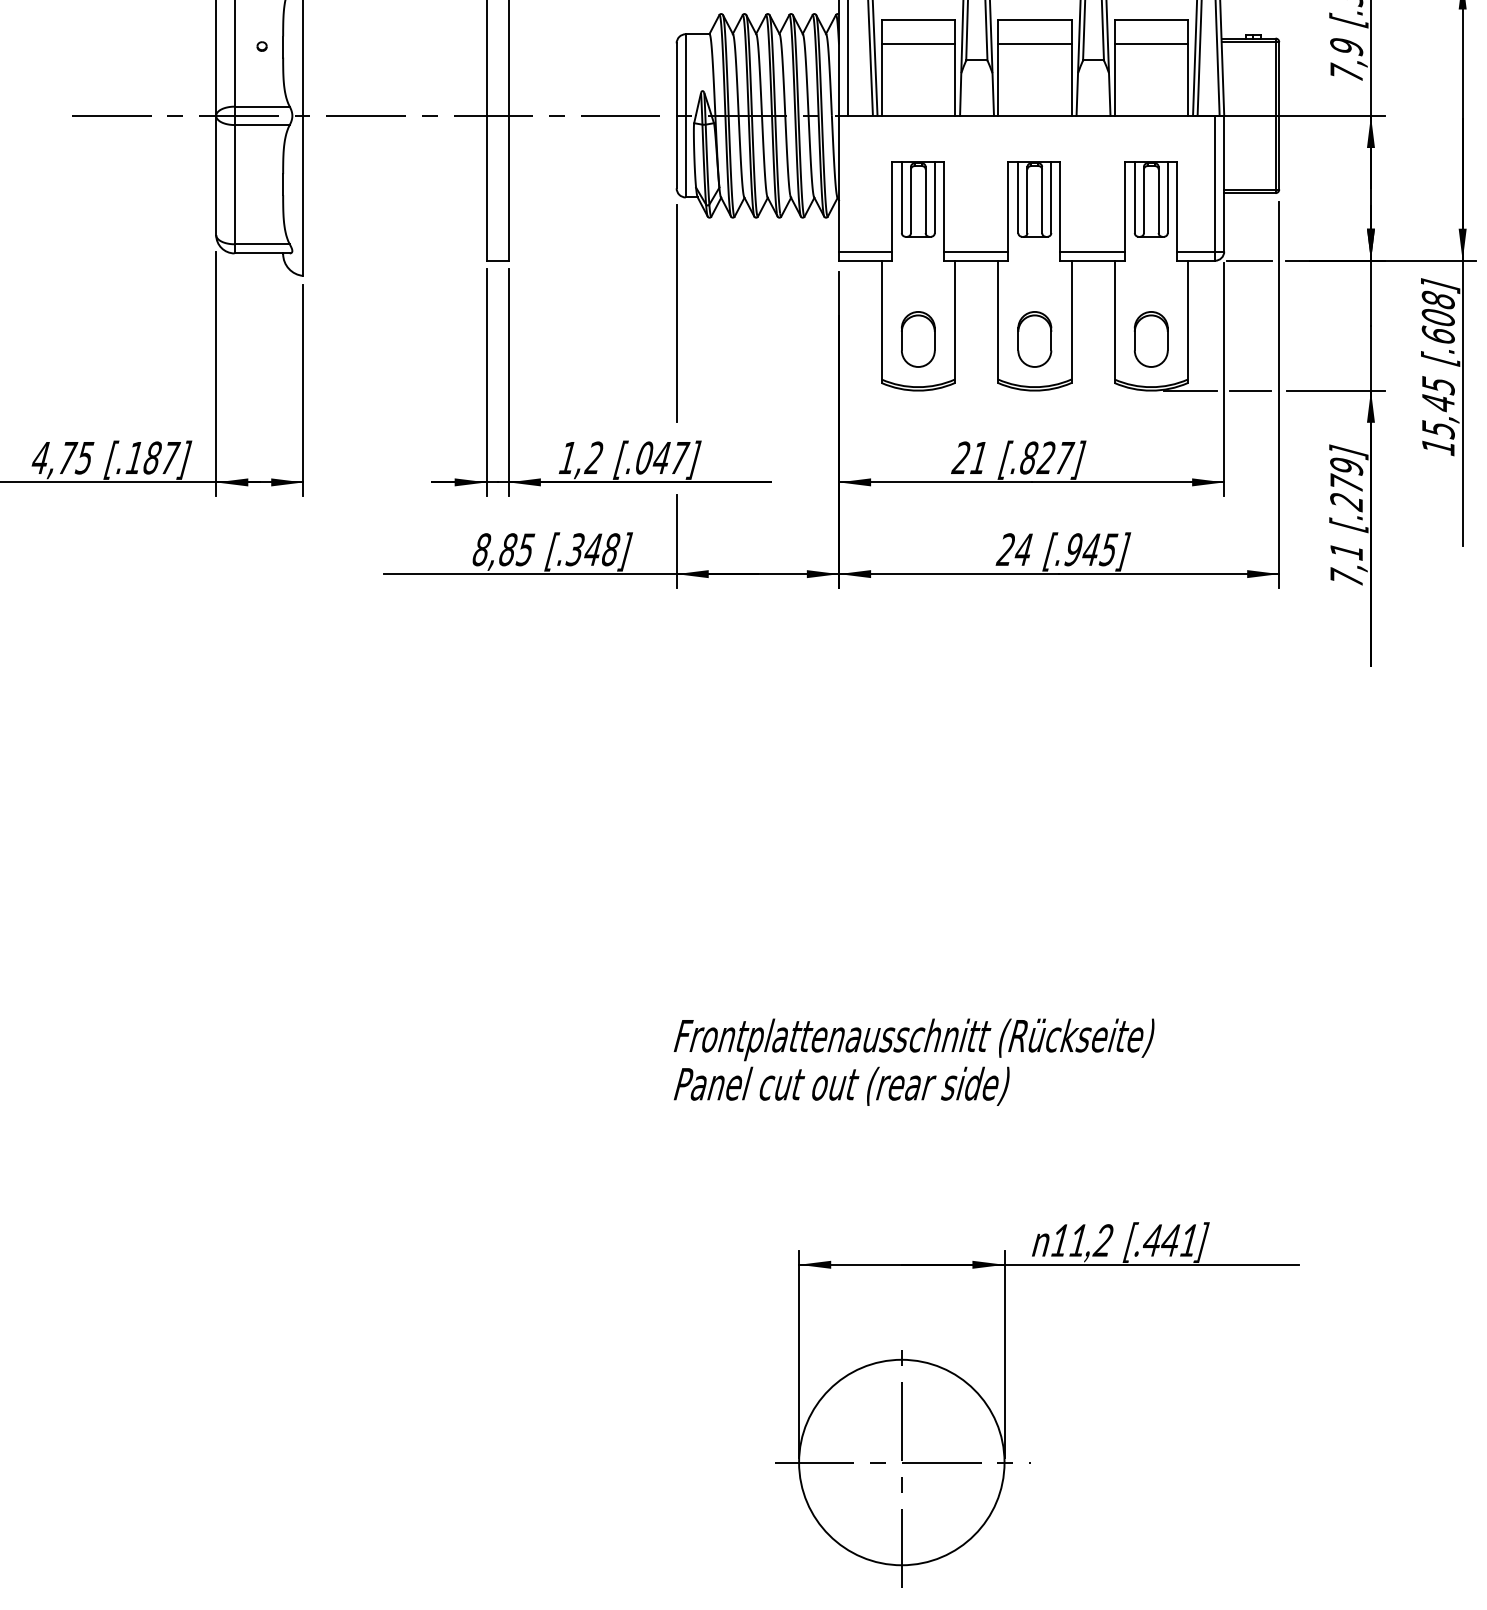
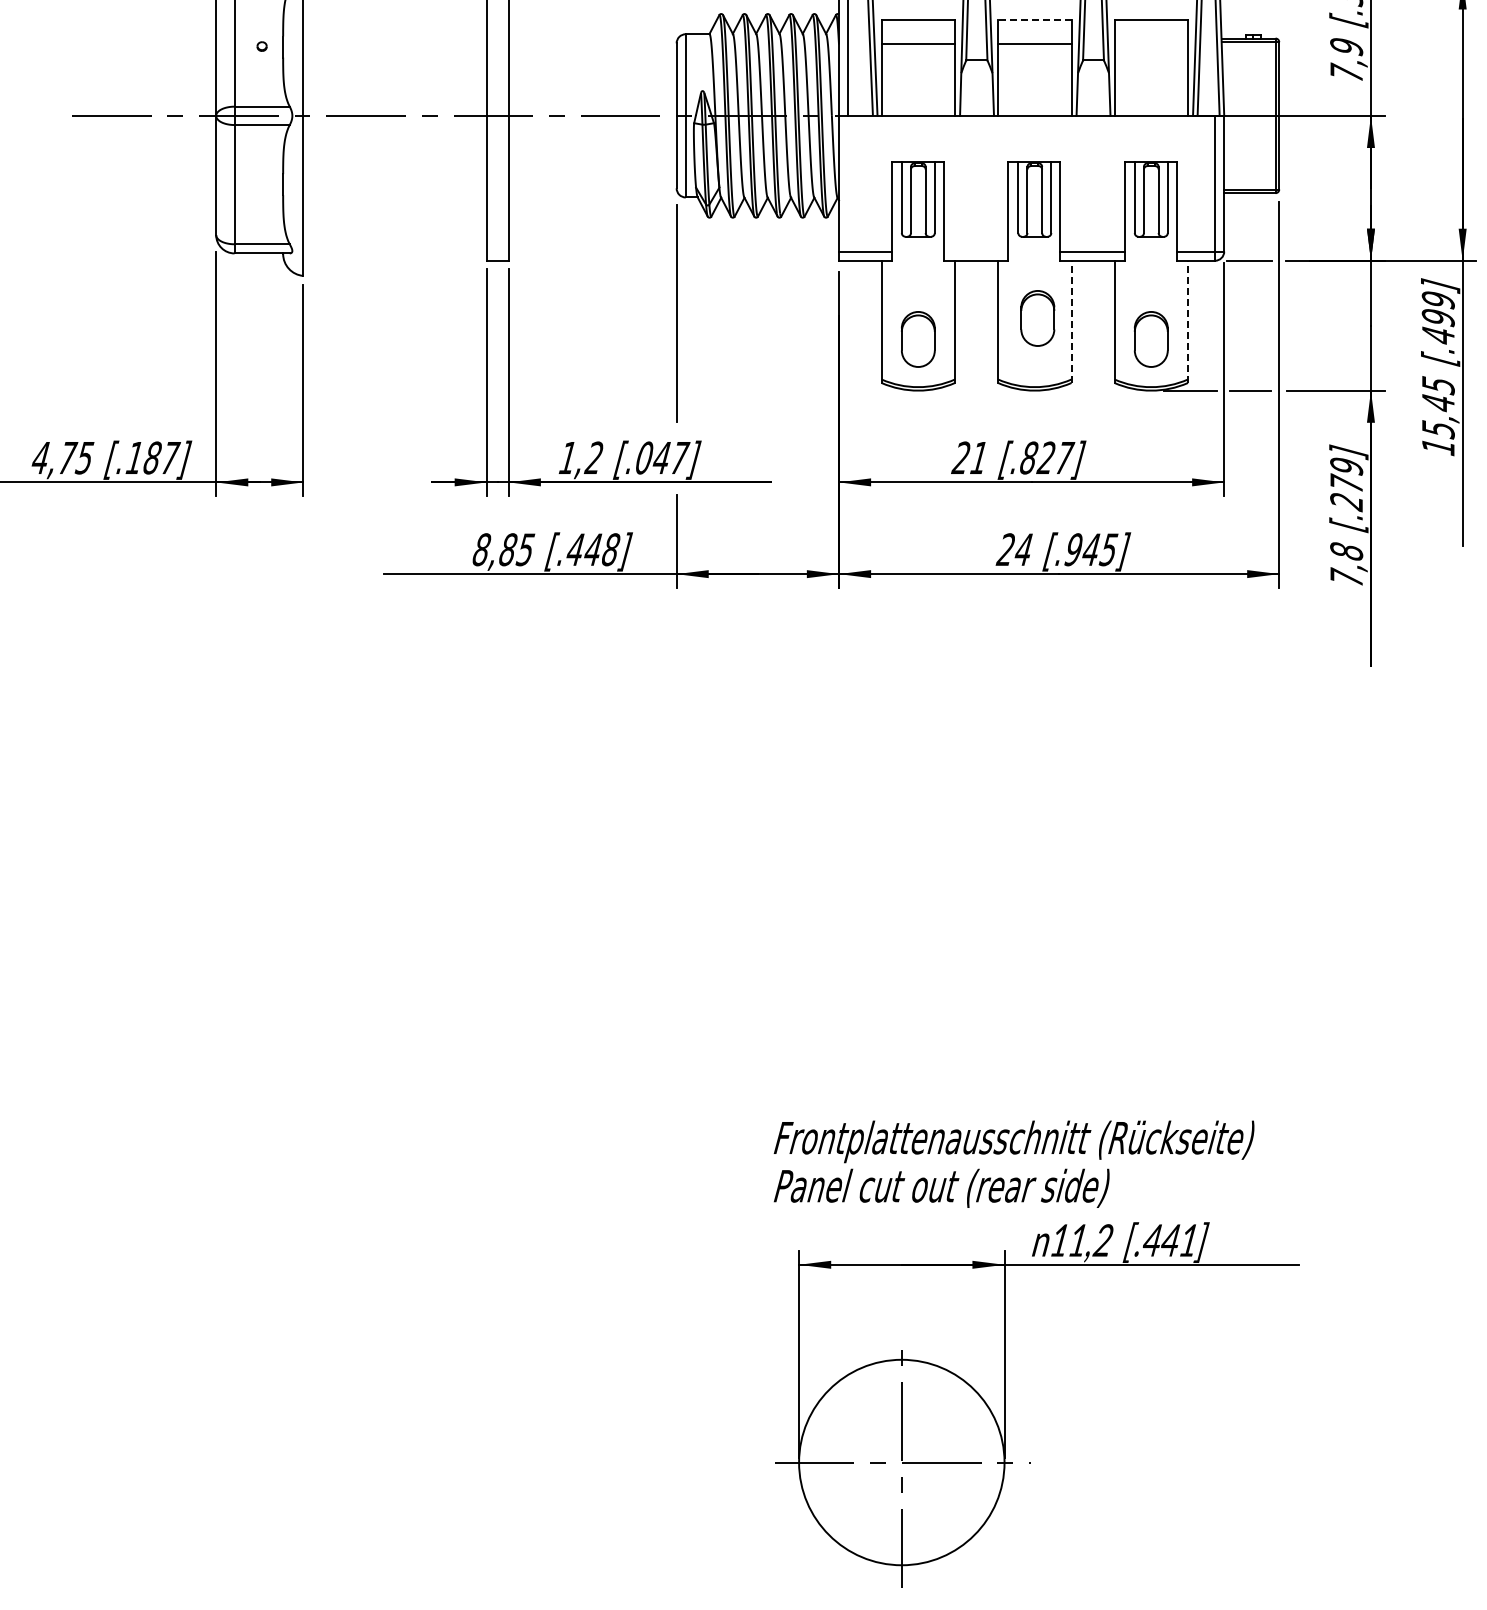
line at (1034, 20): solid -> dashed
line at (1150, 43): present -> none
line at (975, 251): present -> none
text at (1437, 317): [.608] -> [.499]
line at (1071, 321): solid -> dashed
line at (1187, 321): solid -> dashed
part at (1034, 339) position: (1034, 339) -> (1037, 318)
text at (574, 549): [.348] -> [.448]
text at (1346, 551): 7,1 -> 7,8
text at (913, 1061) position: (913, 1061) -> (1013, 1163)
